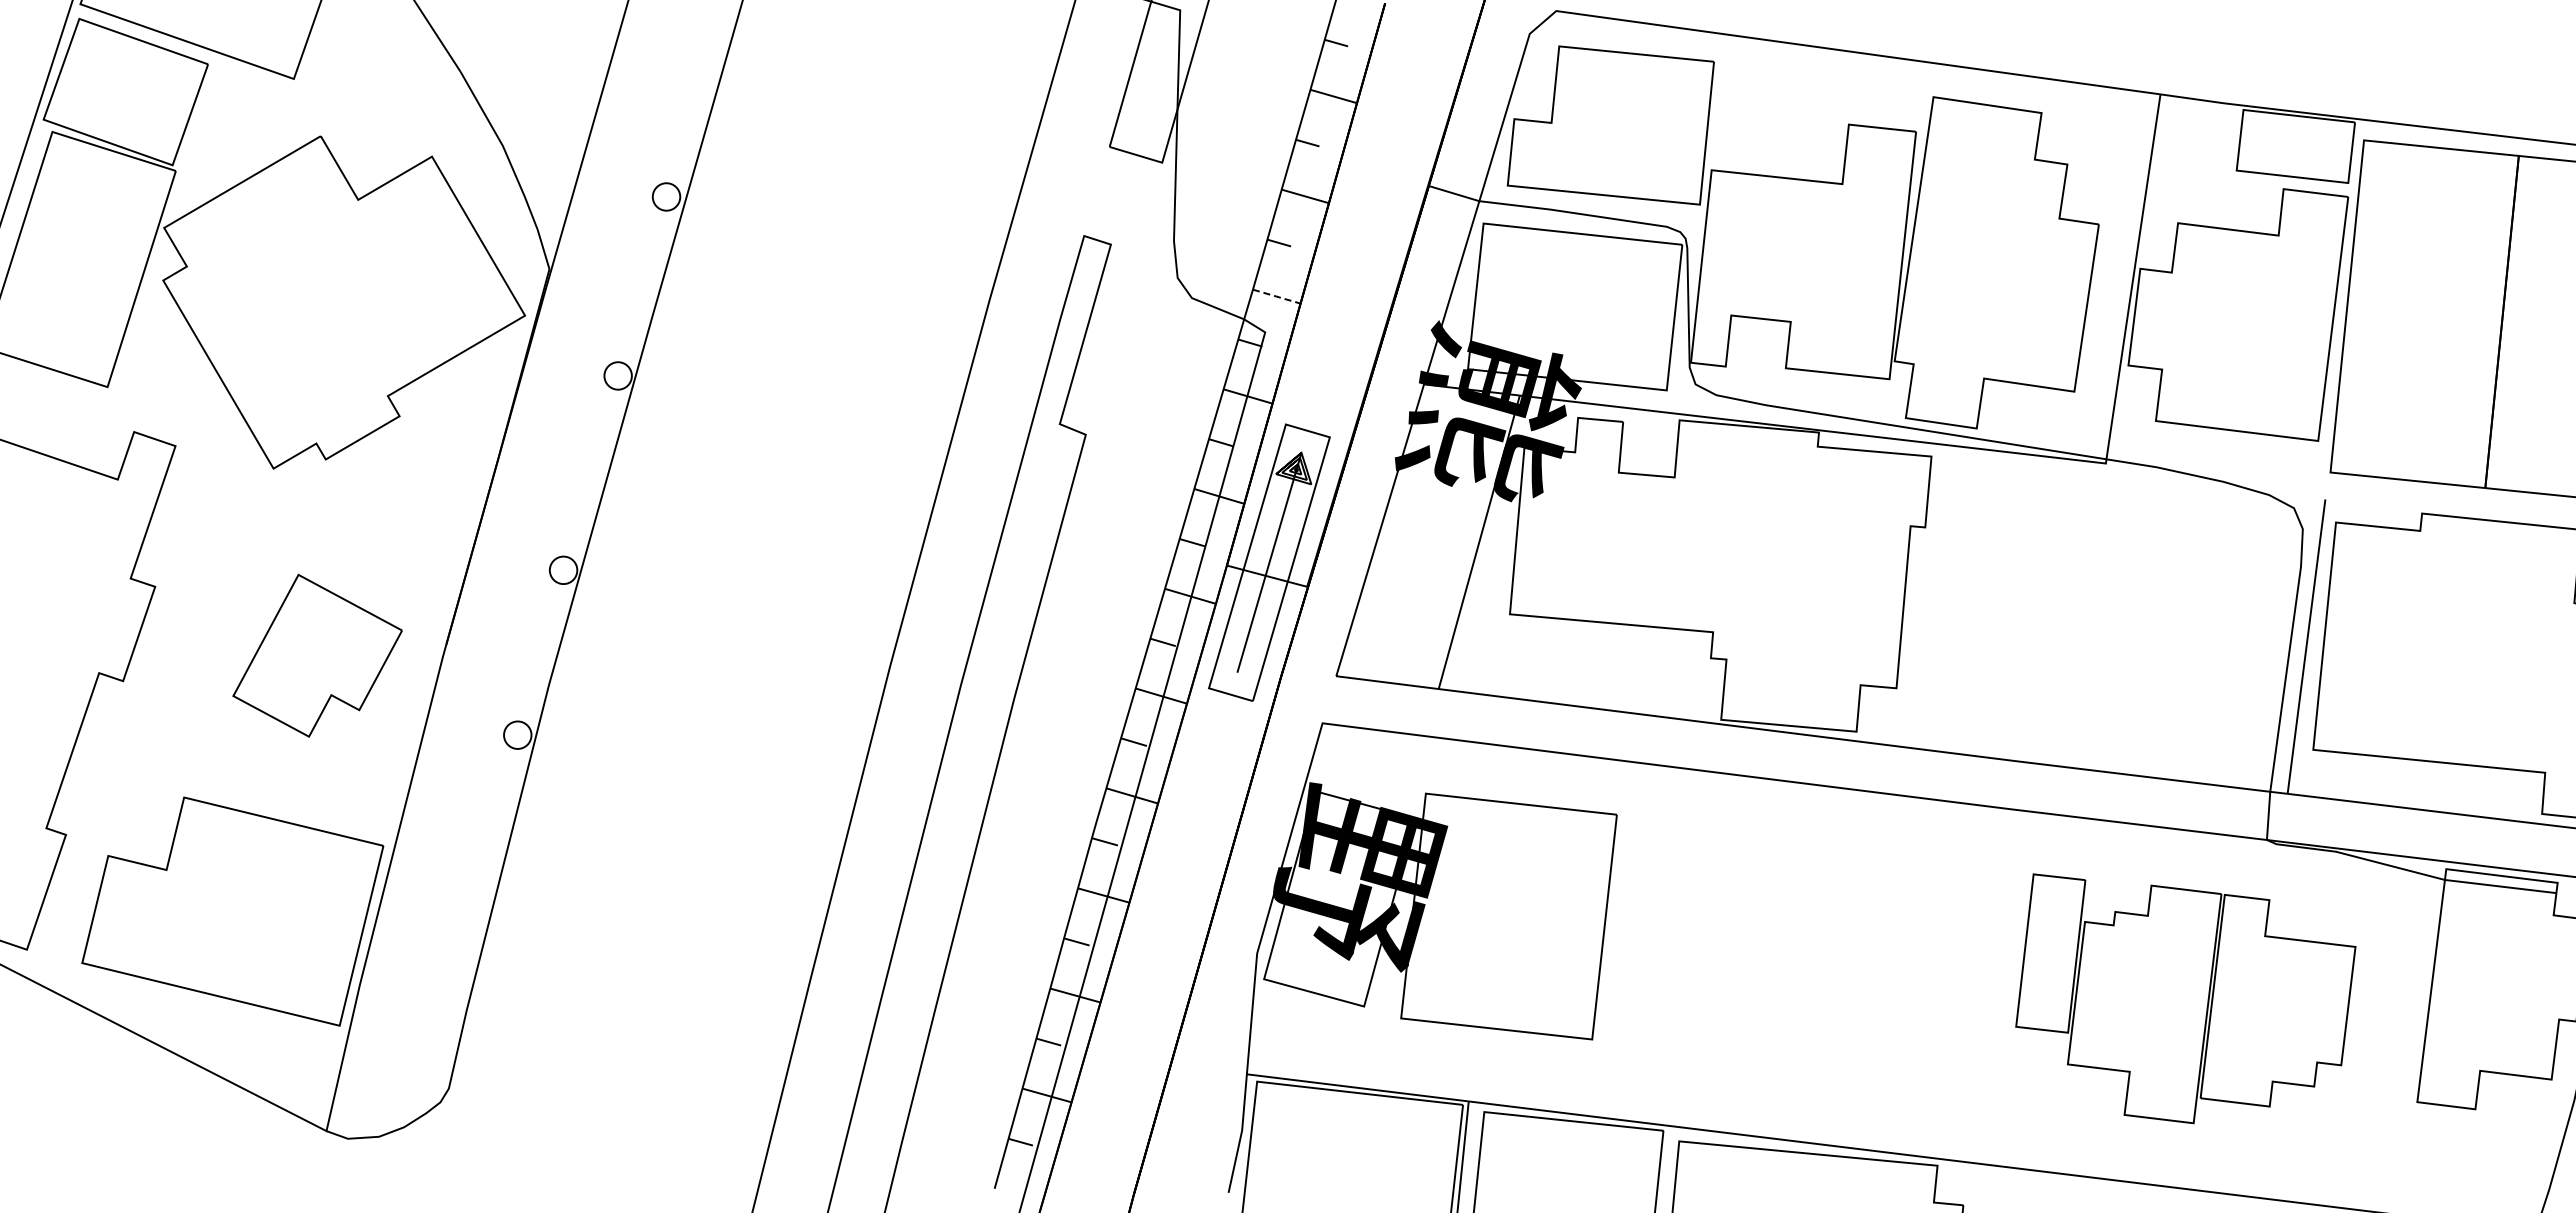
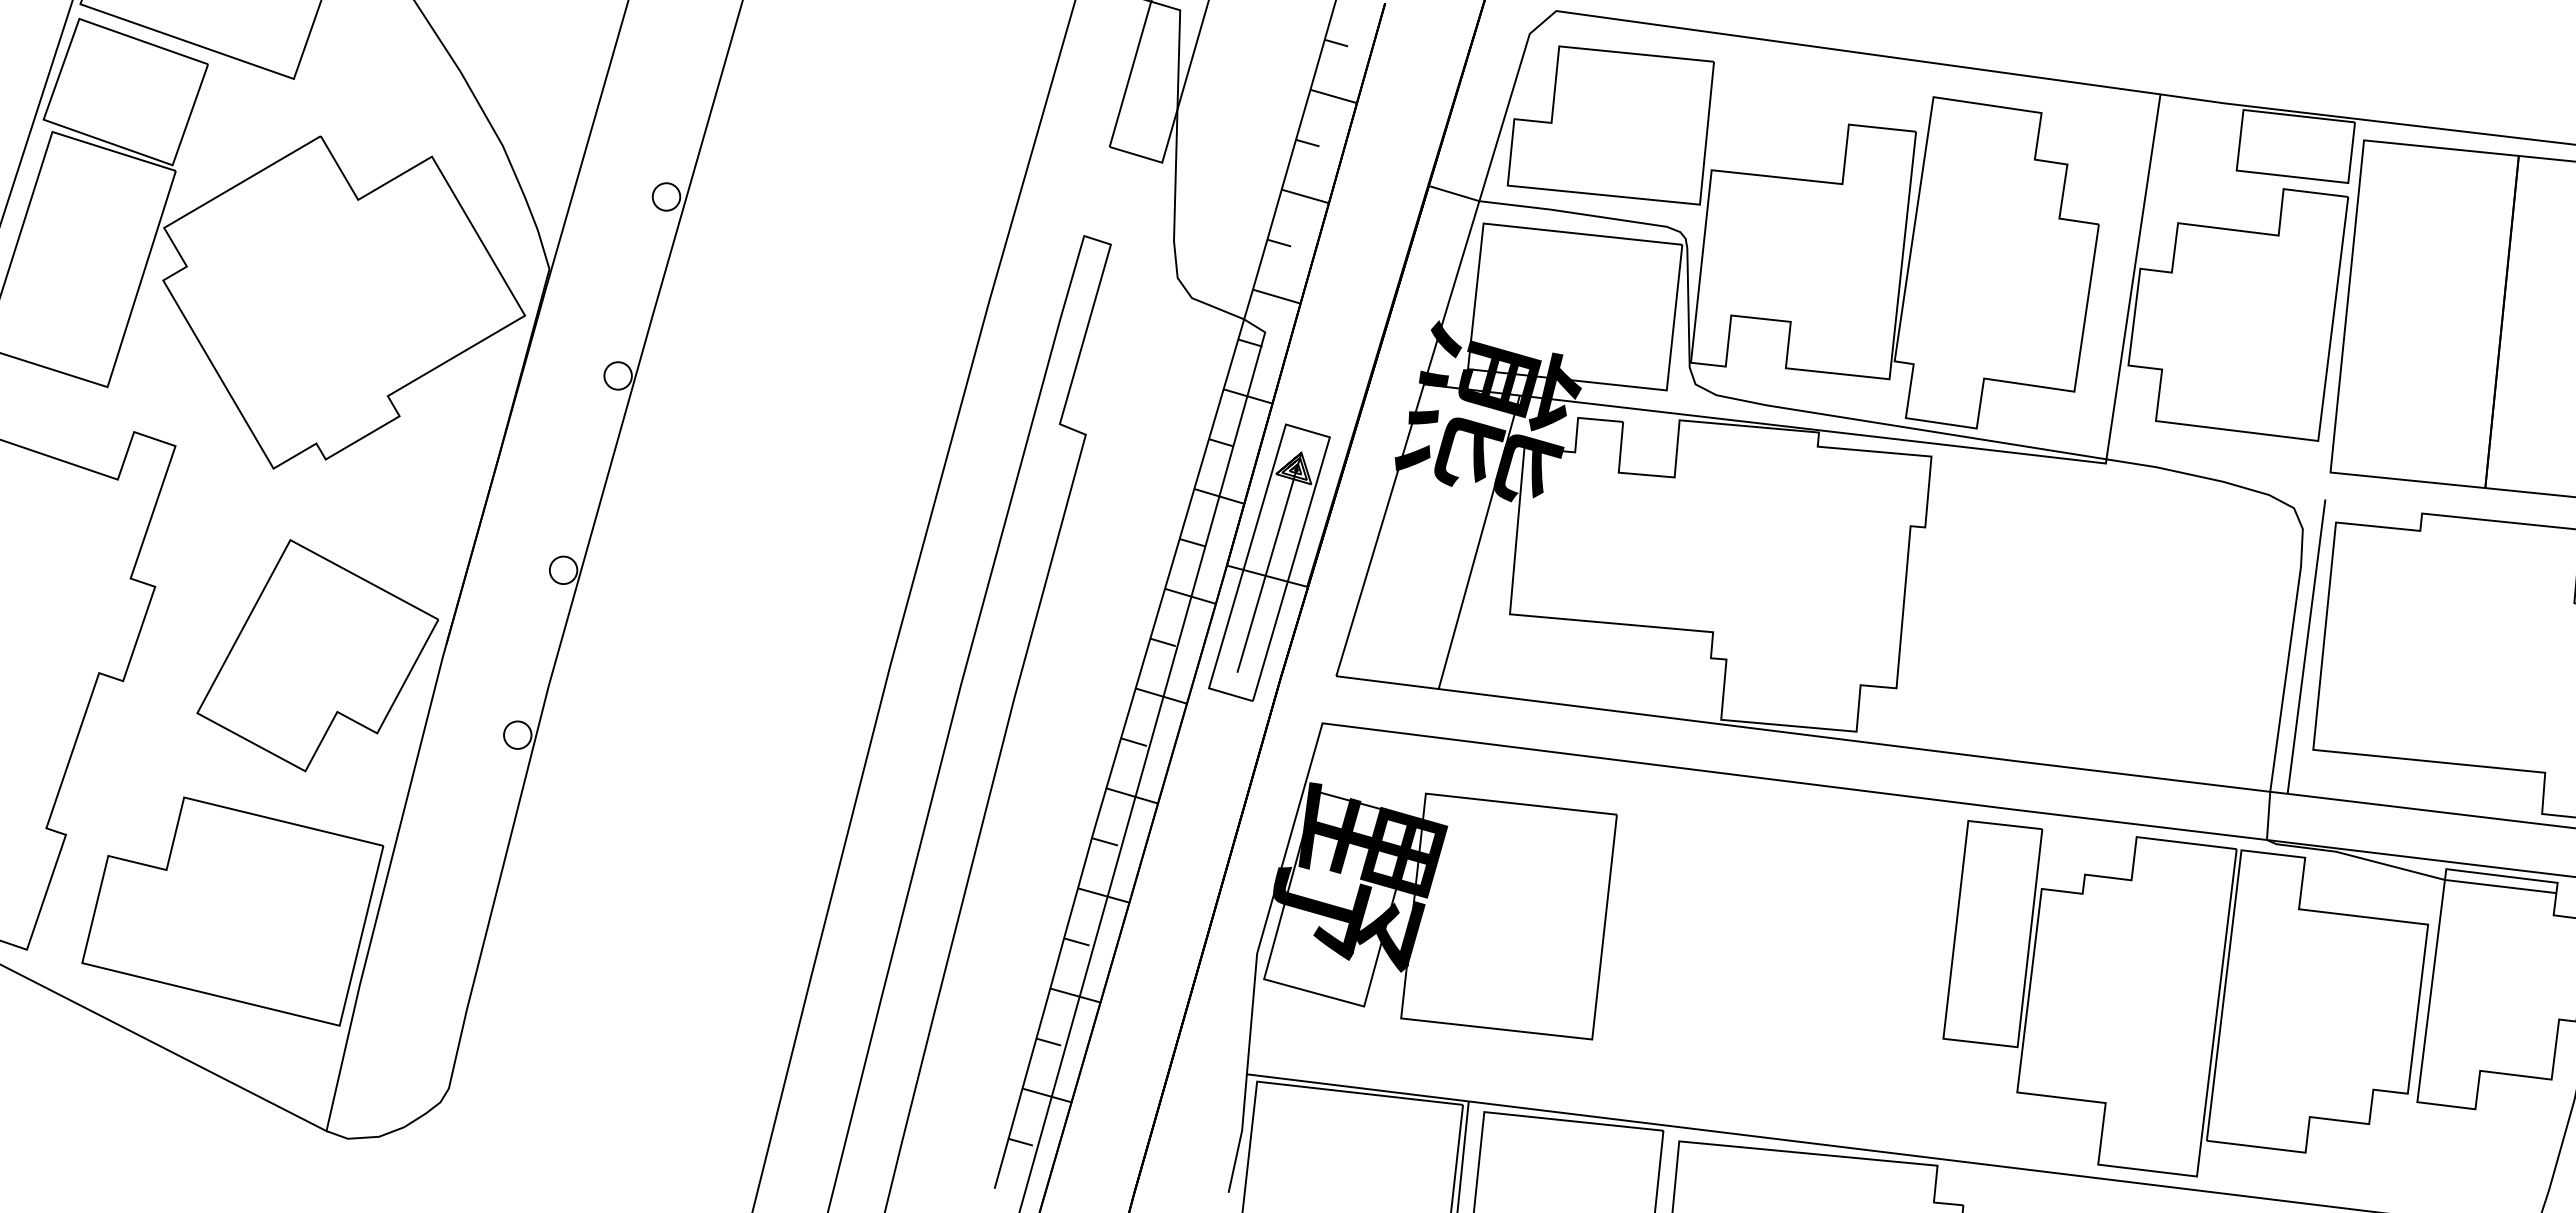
line at (1276, 296): dashed -> solid
part at (317, 655) size: 171x165 px -> 243x234 px
part at (2185, 998) size: 342x252 px -> 488x358 px
